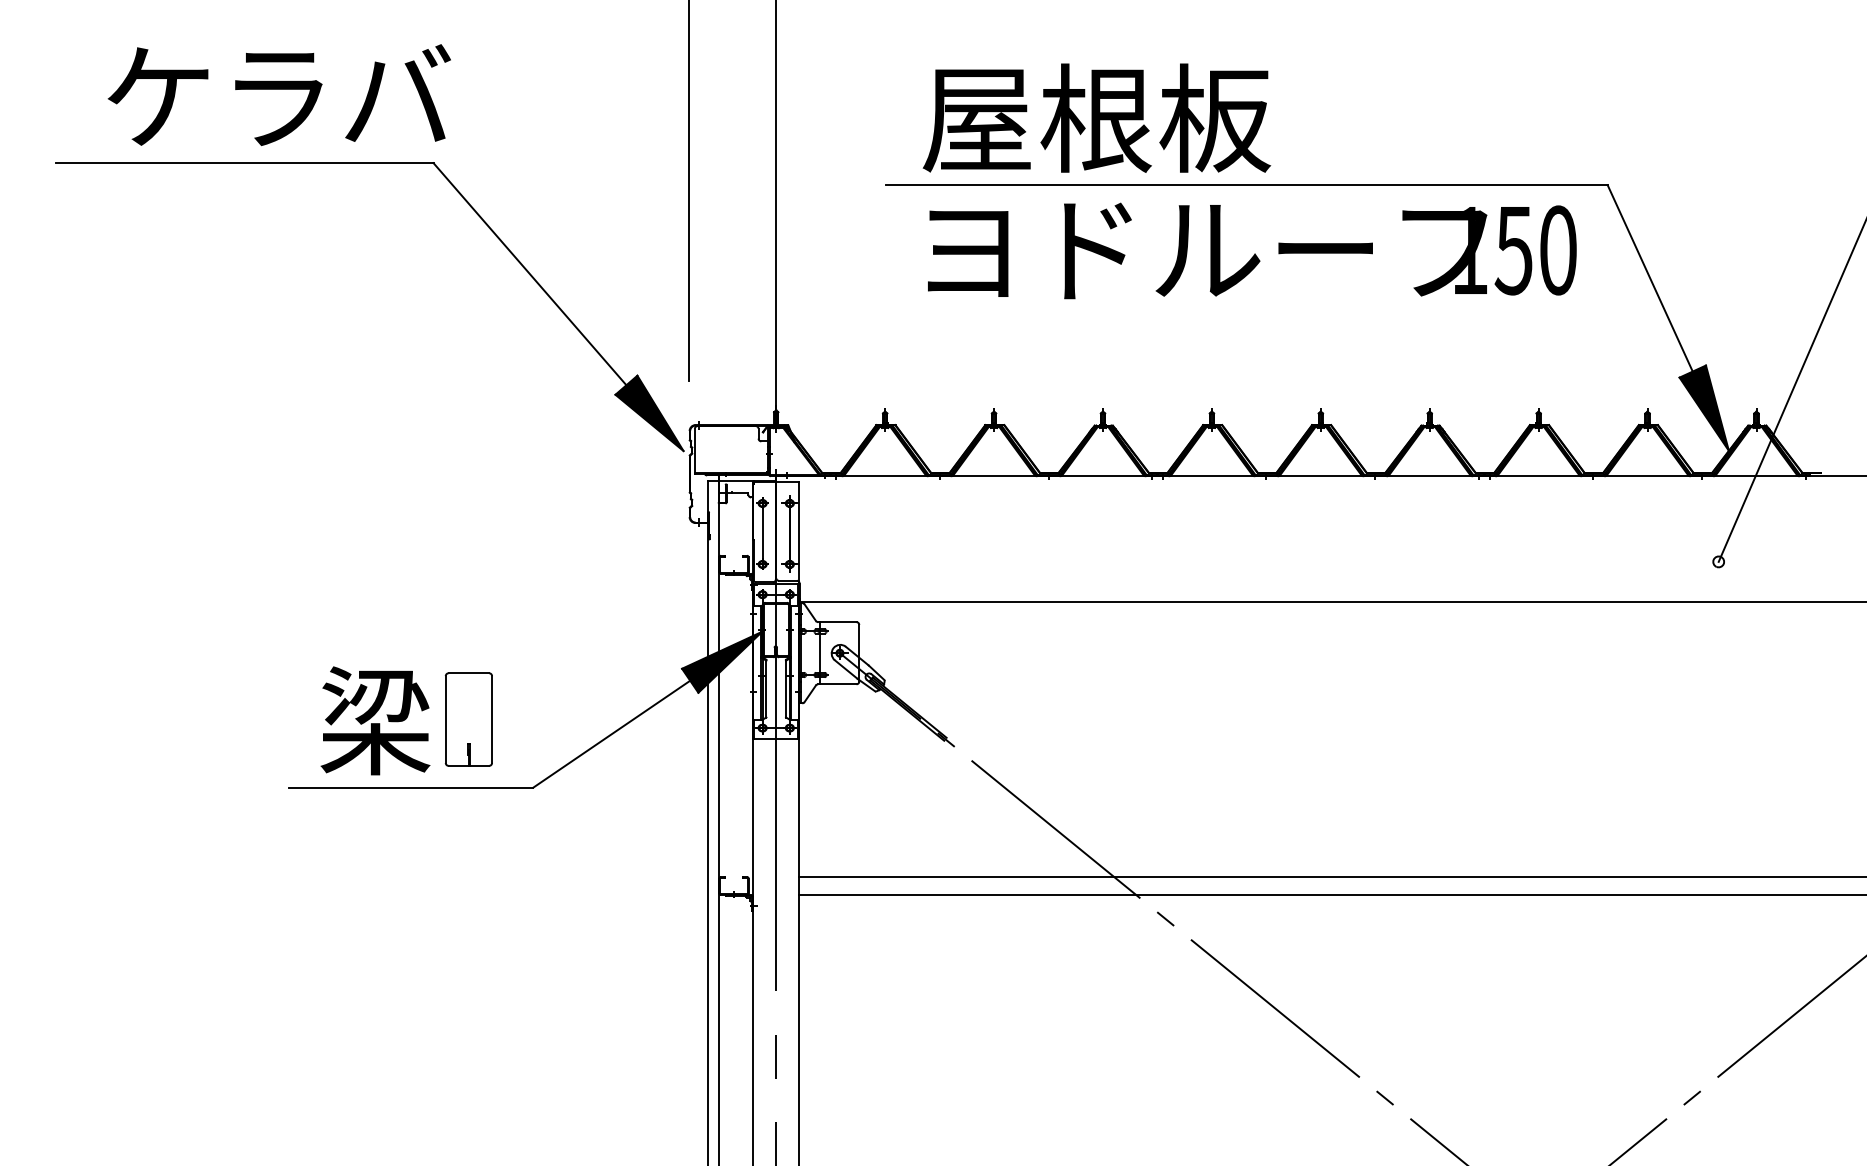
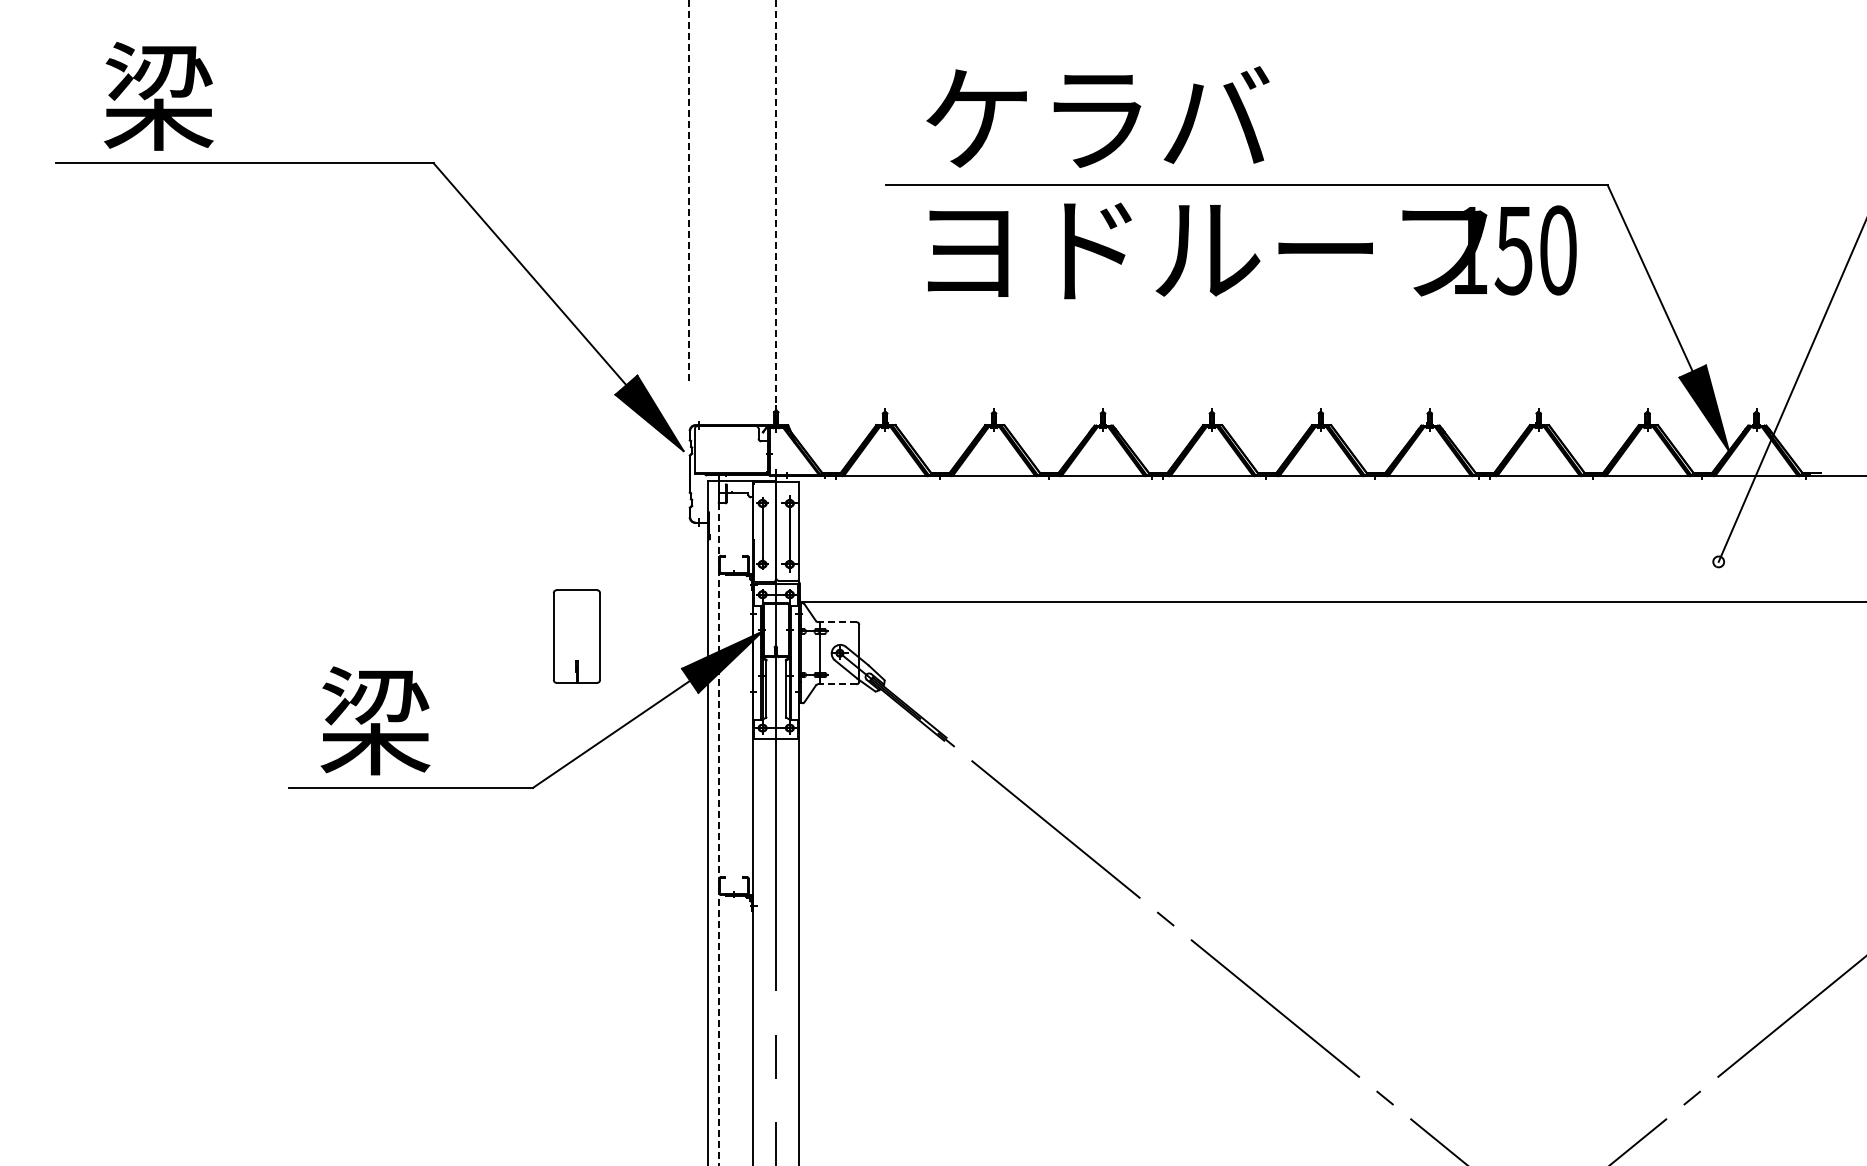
text at (277, 96): ケラバ -> 梁
text at (1096, 117): 屋根板 -> ケラバ
line at (689, 190): solid -> dashed
line at (776, 212): solid -> dashed
line at (836, 622): solid -> dashed
line at (836, 684): solid -> dashed
part at (468, 719) position: (468, 719) -> (576, 636)
line at (719, 823): solid -> dashed
line at (1331, 877): present -> none
line at (1331, 895): present -> none
